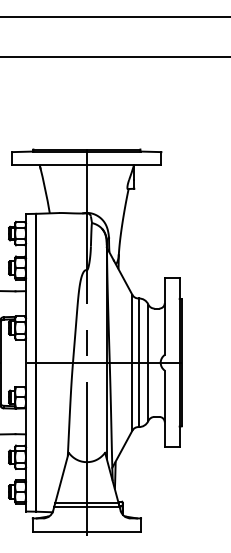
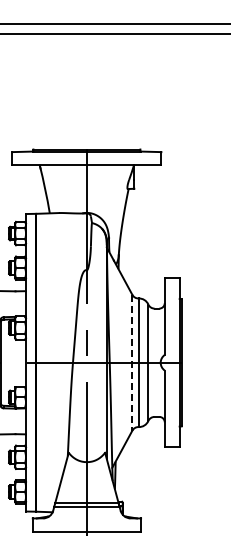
line at (114, 16) position: (114, 16) -> (114, 23)
line at (114, 57) position: (114, 57) -> (114, 34)
line at (132, 362): solid -> dashed
